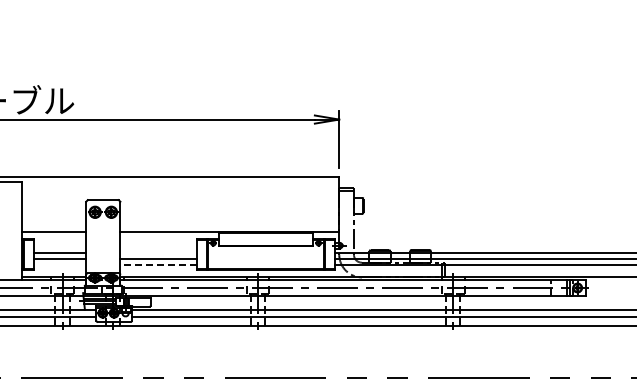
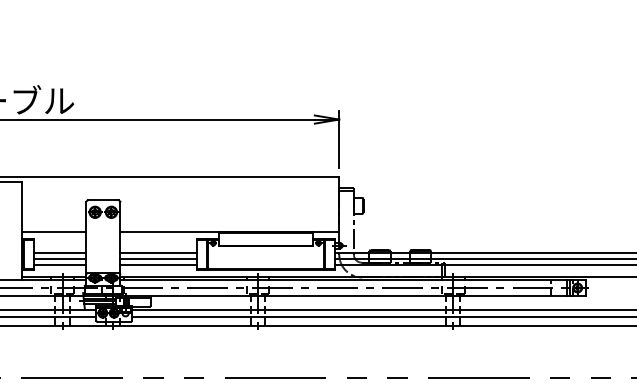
line at (158, 253): none -> present
line at (59, 264): none -> present
line at (158, 264): dashed -> solid
